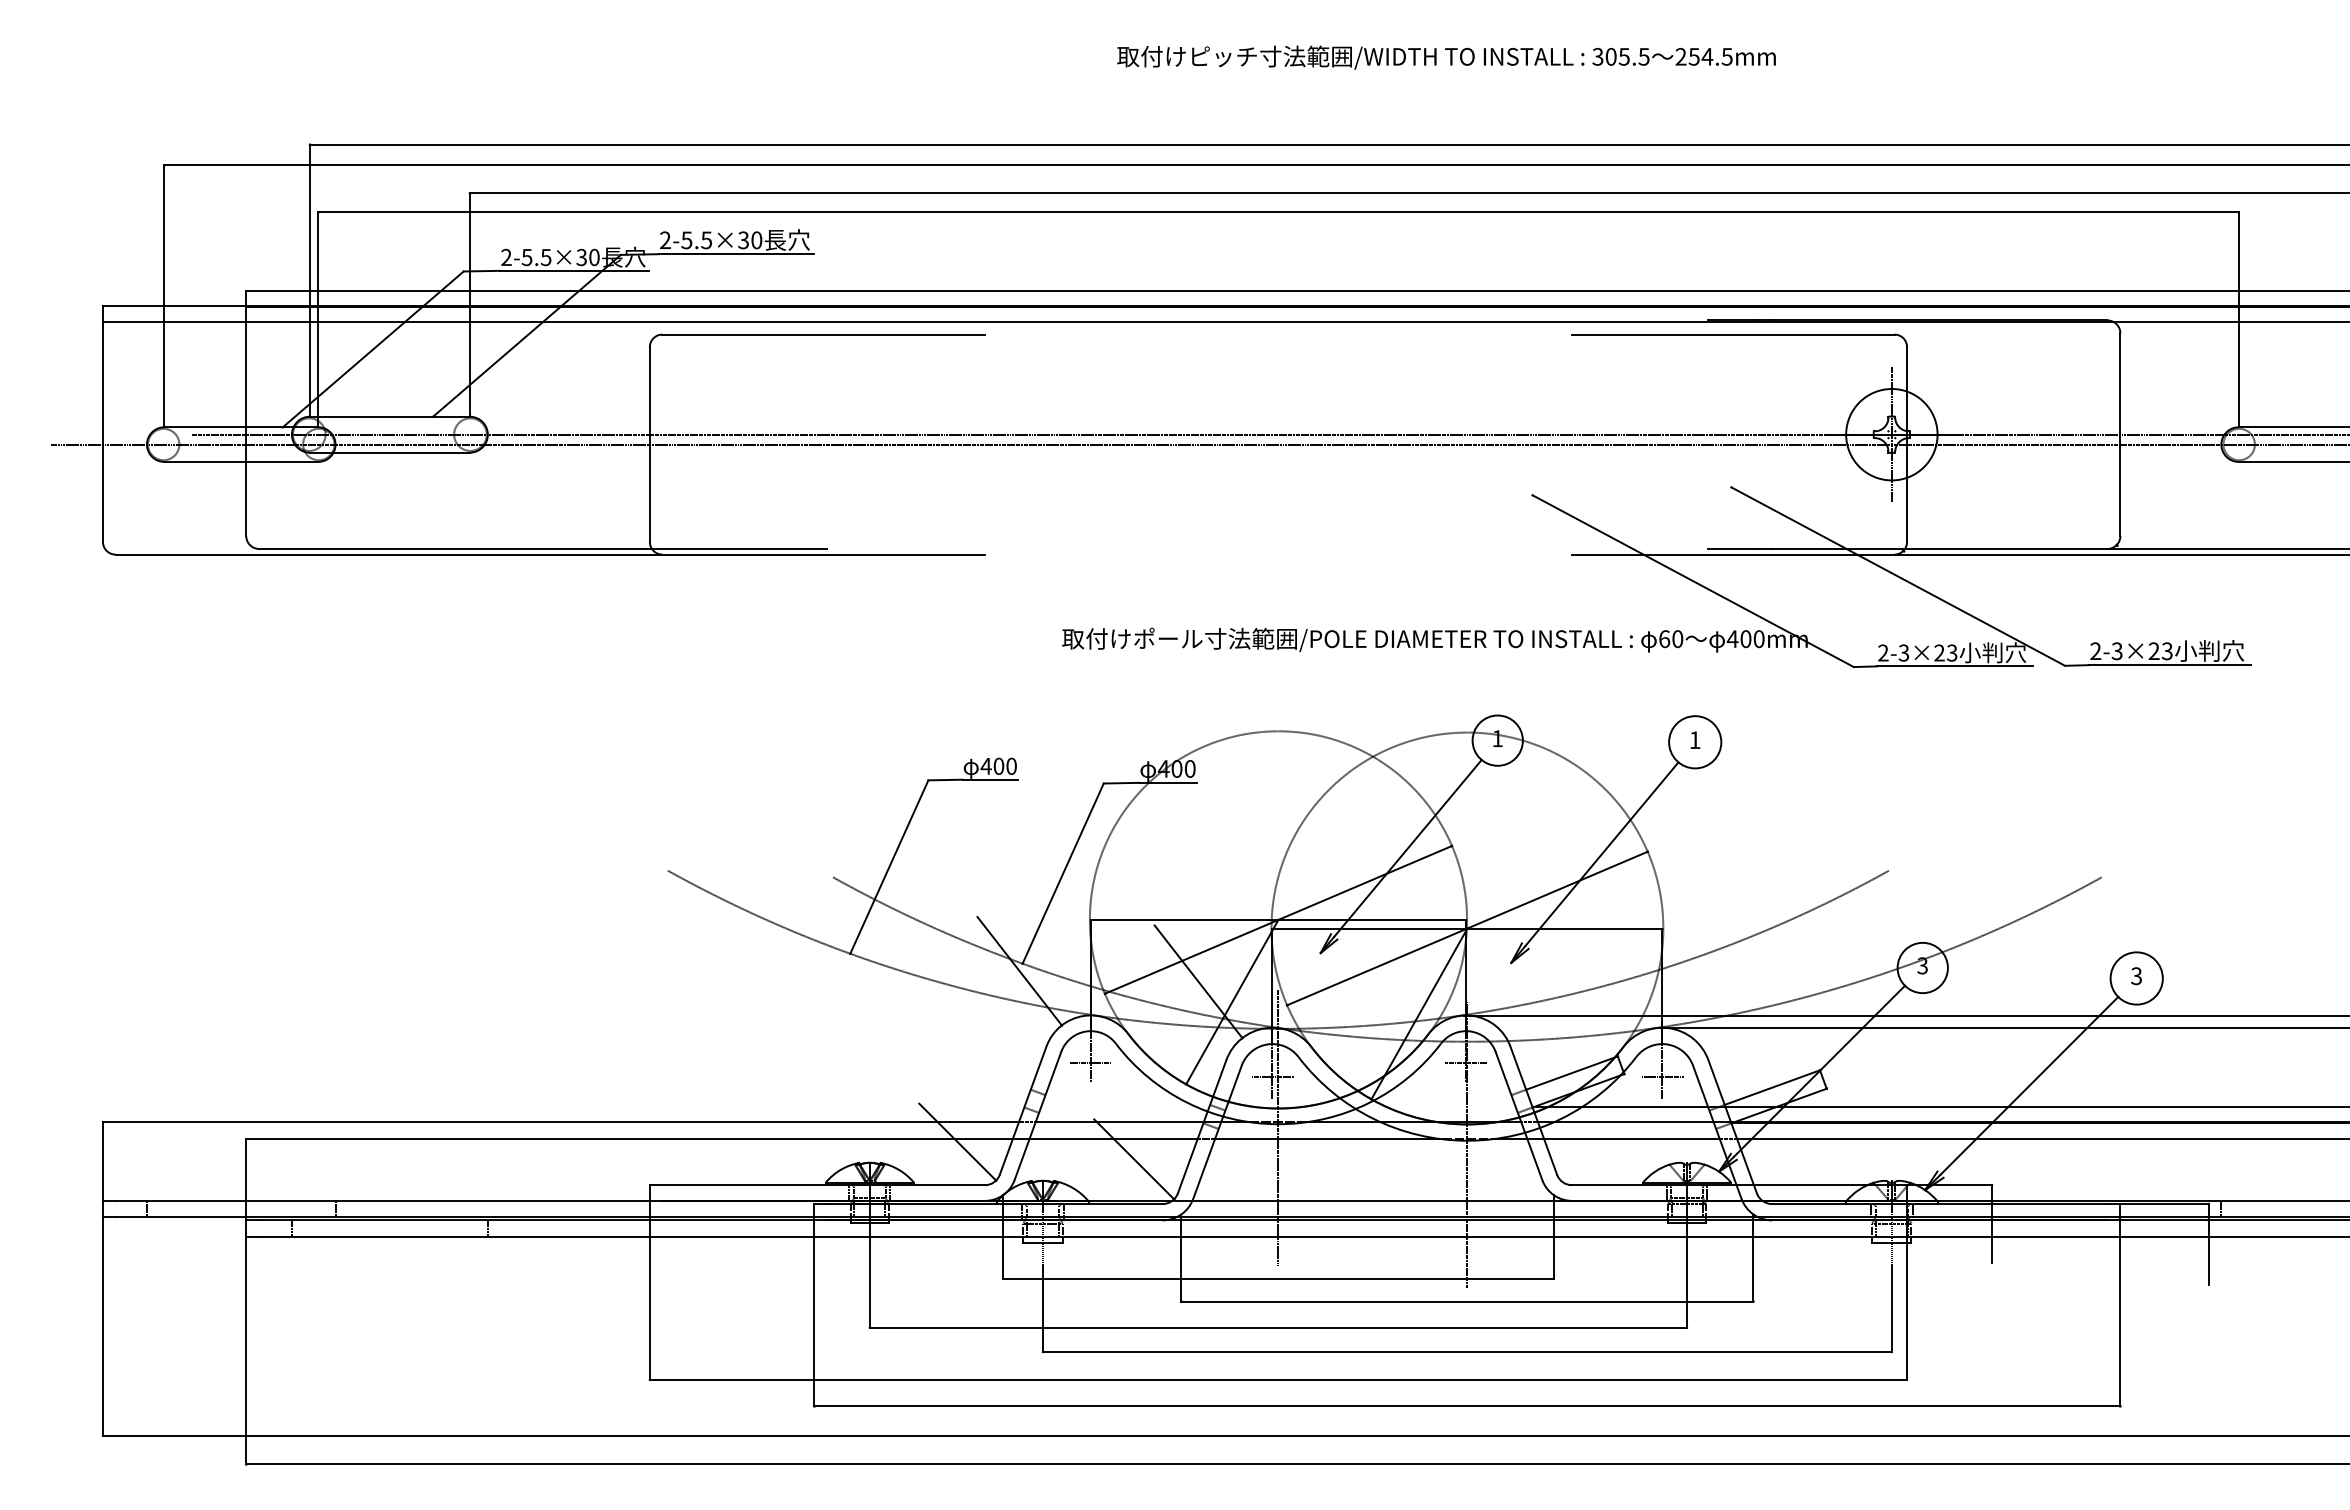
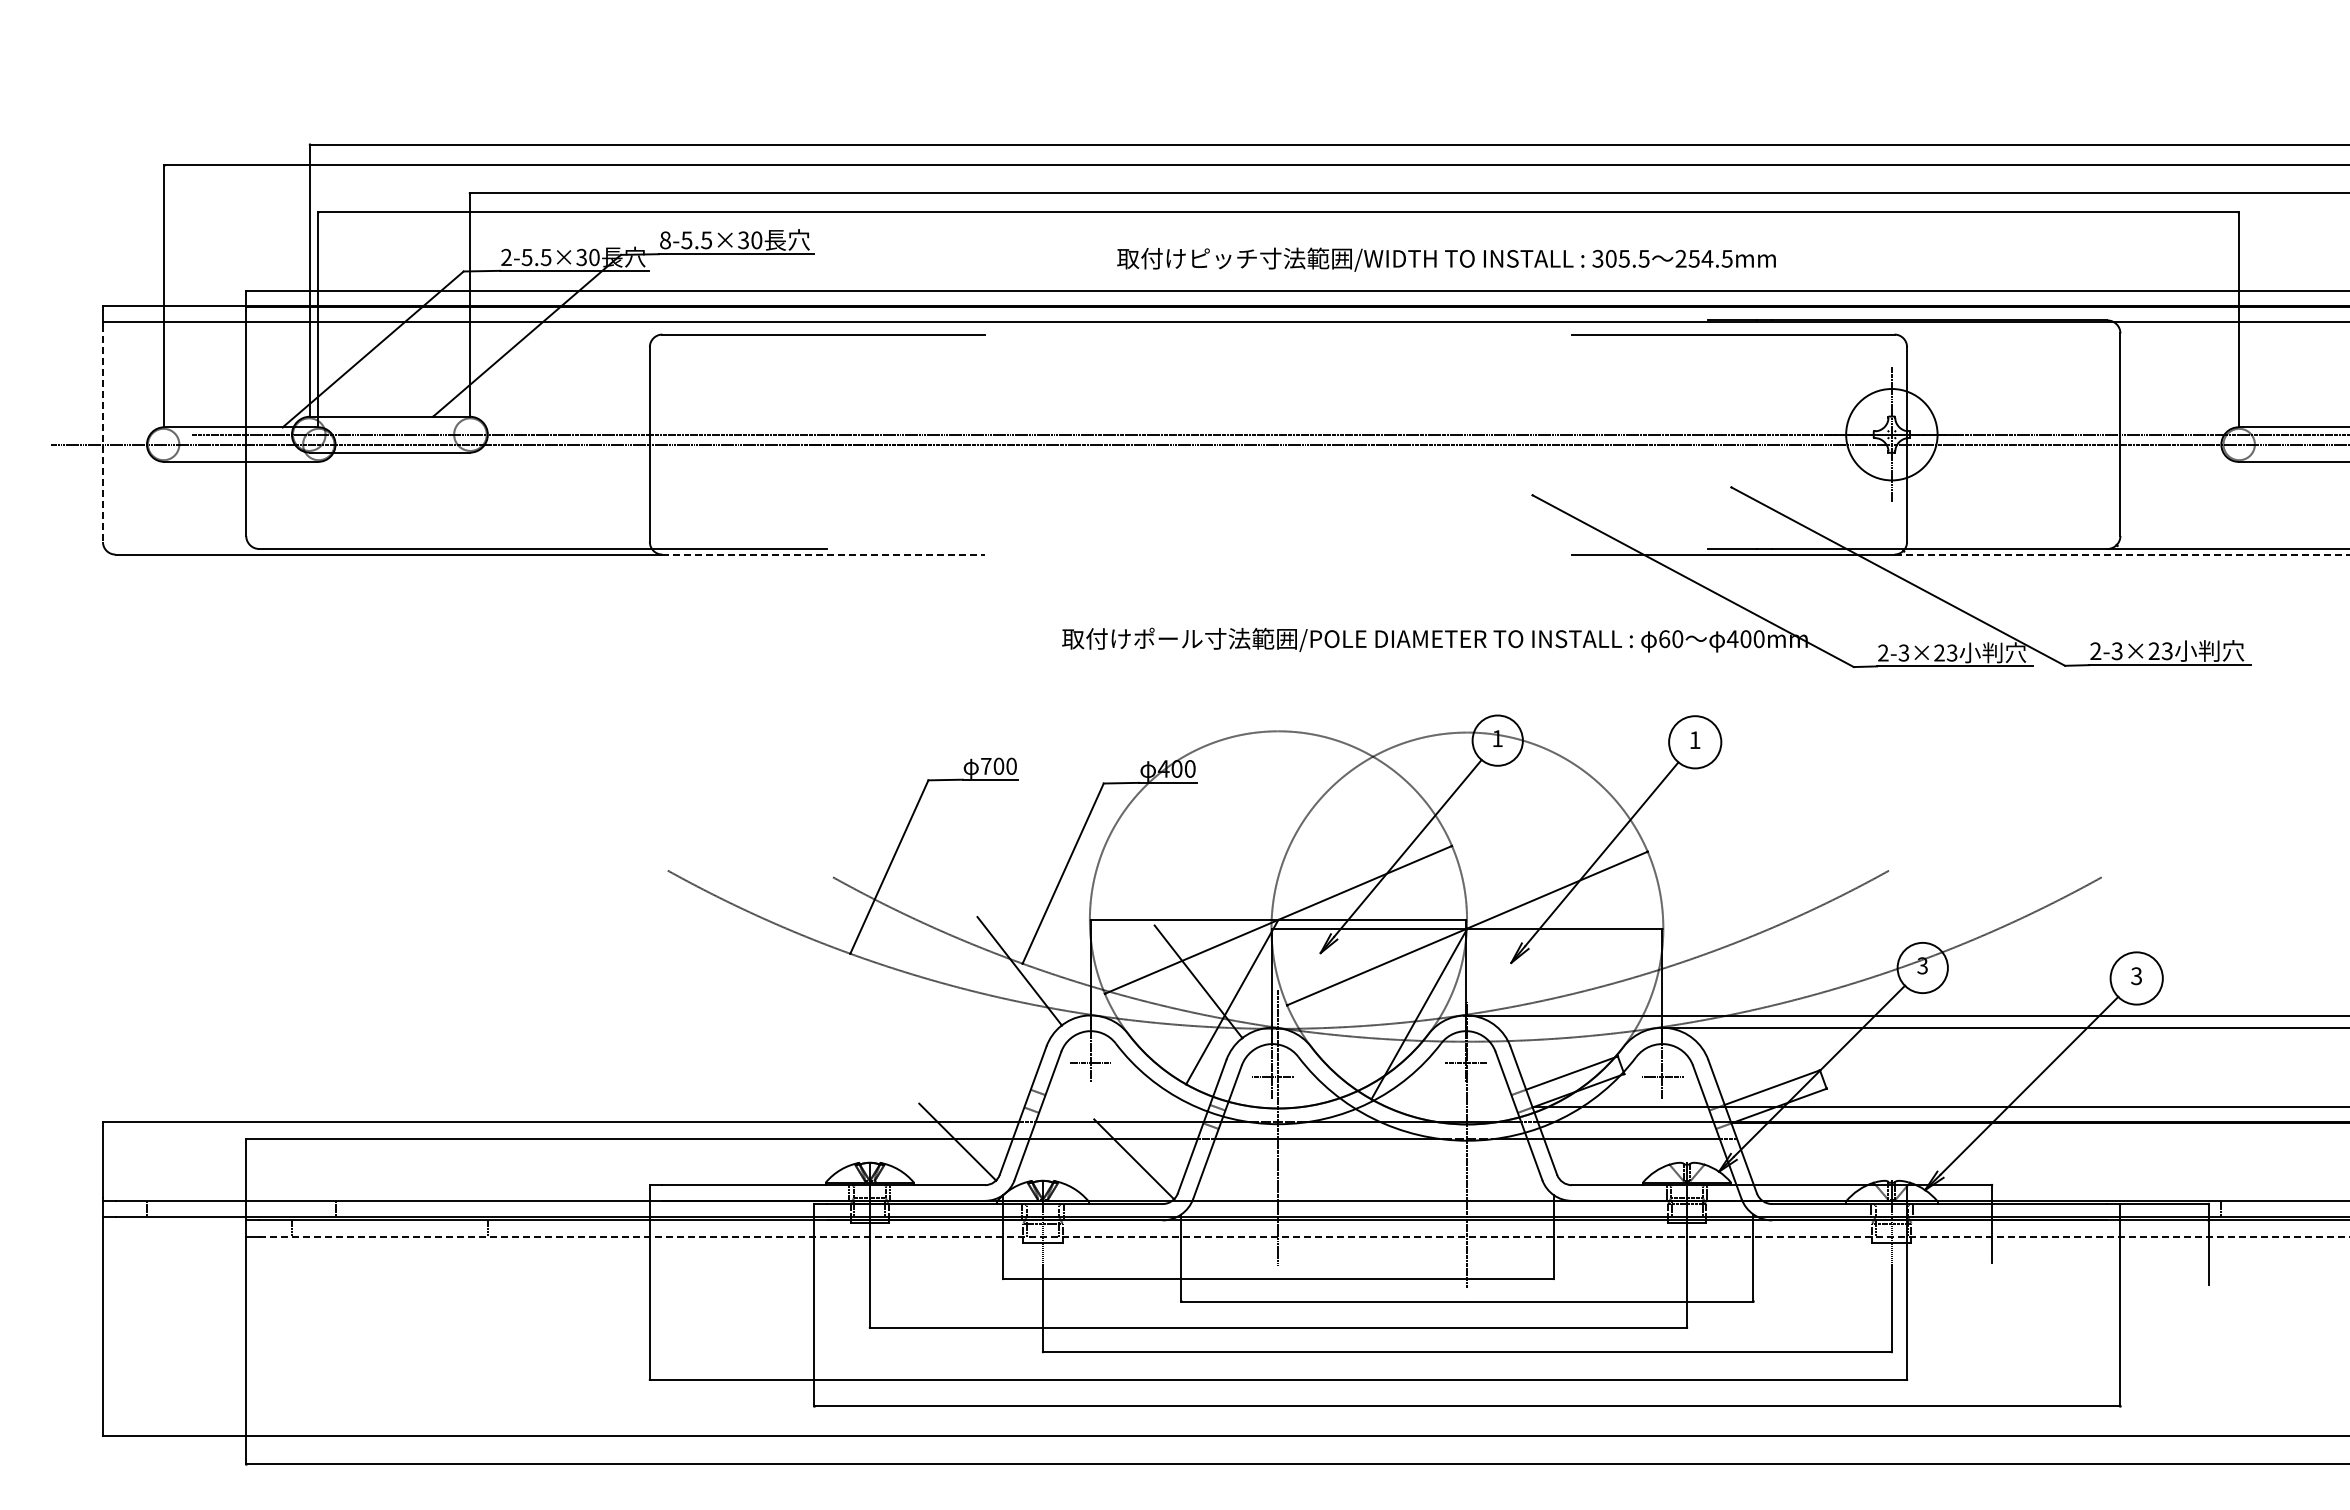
text at (1446, 57) position: (1446, 57) -> (1446, 259)
text at (665, 240): 2-5.5×30 -> 8-5.5×30
line at (102, 434): solid -> dashed
line at (824, 554): solid -> dashed
line at (2122, 554): solid -> dashed
text at (985, 766): 400 -> 700
line at (2041, 1138): present -> none
line at (1304, 1236): solid -> dashed
